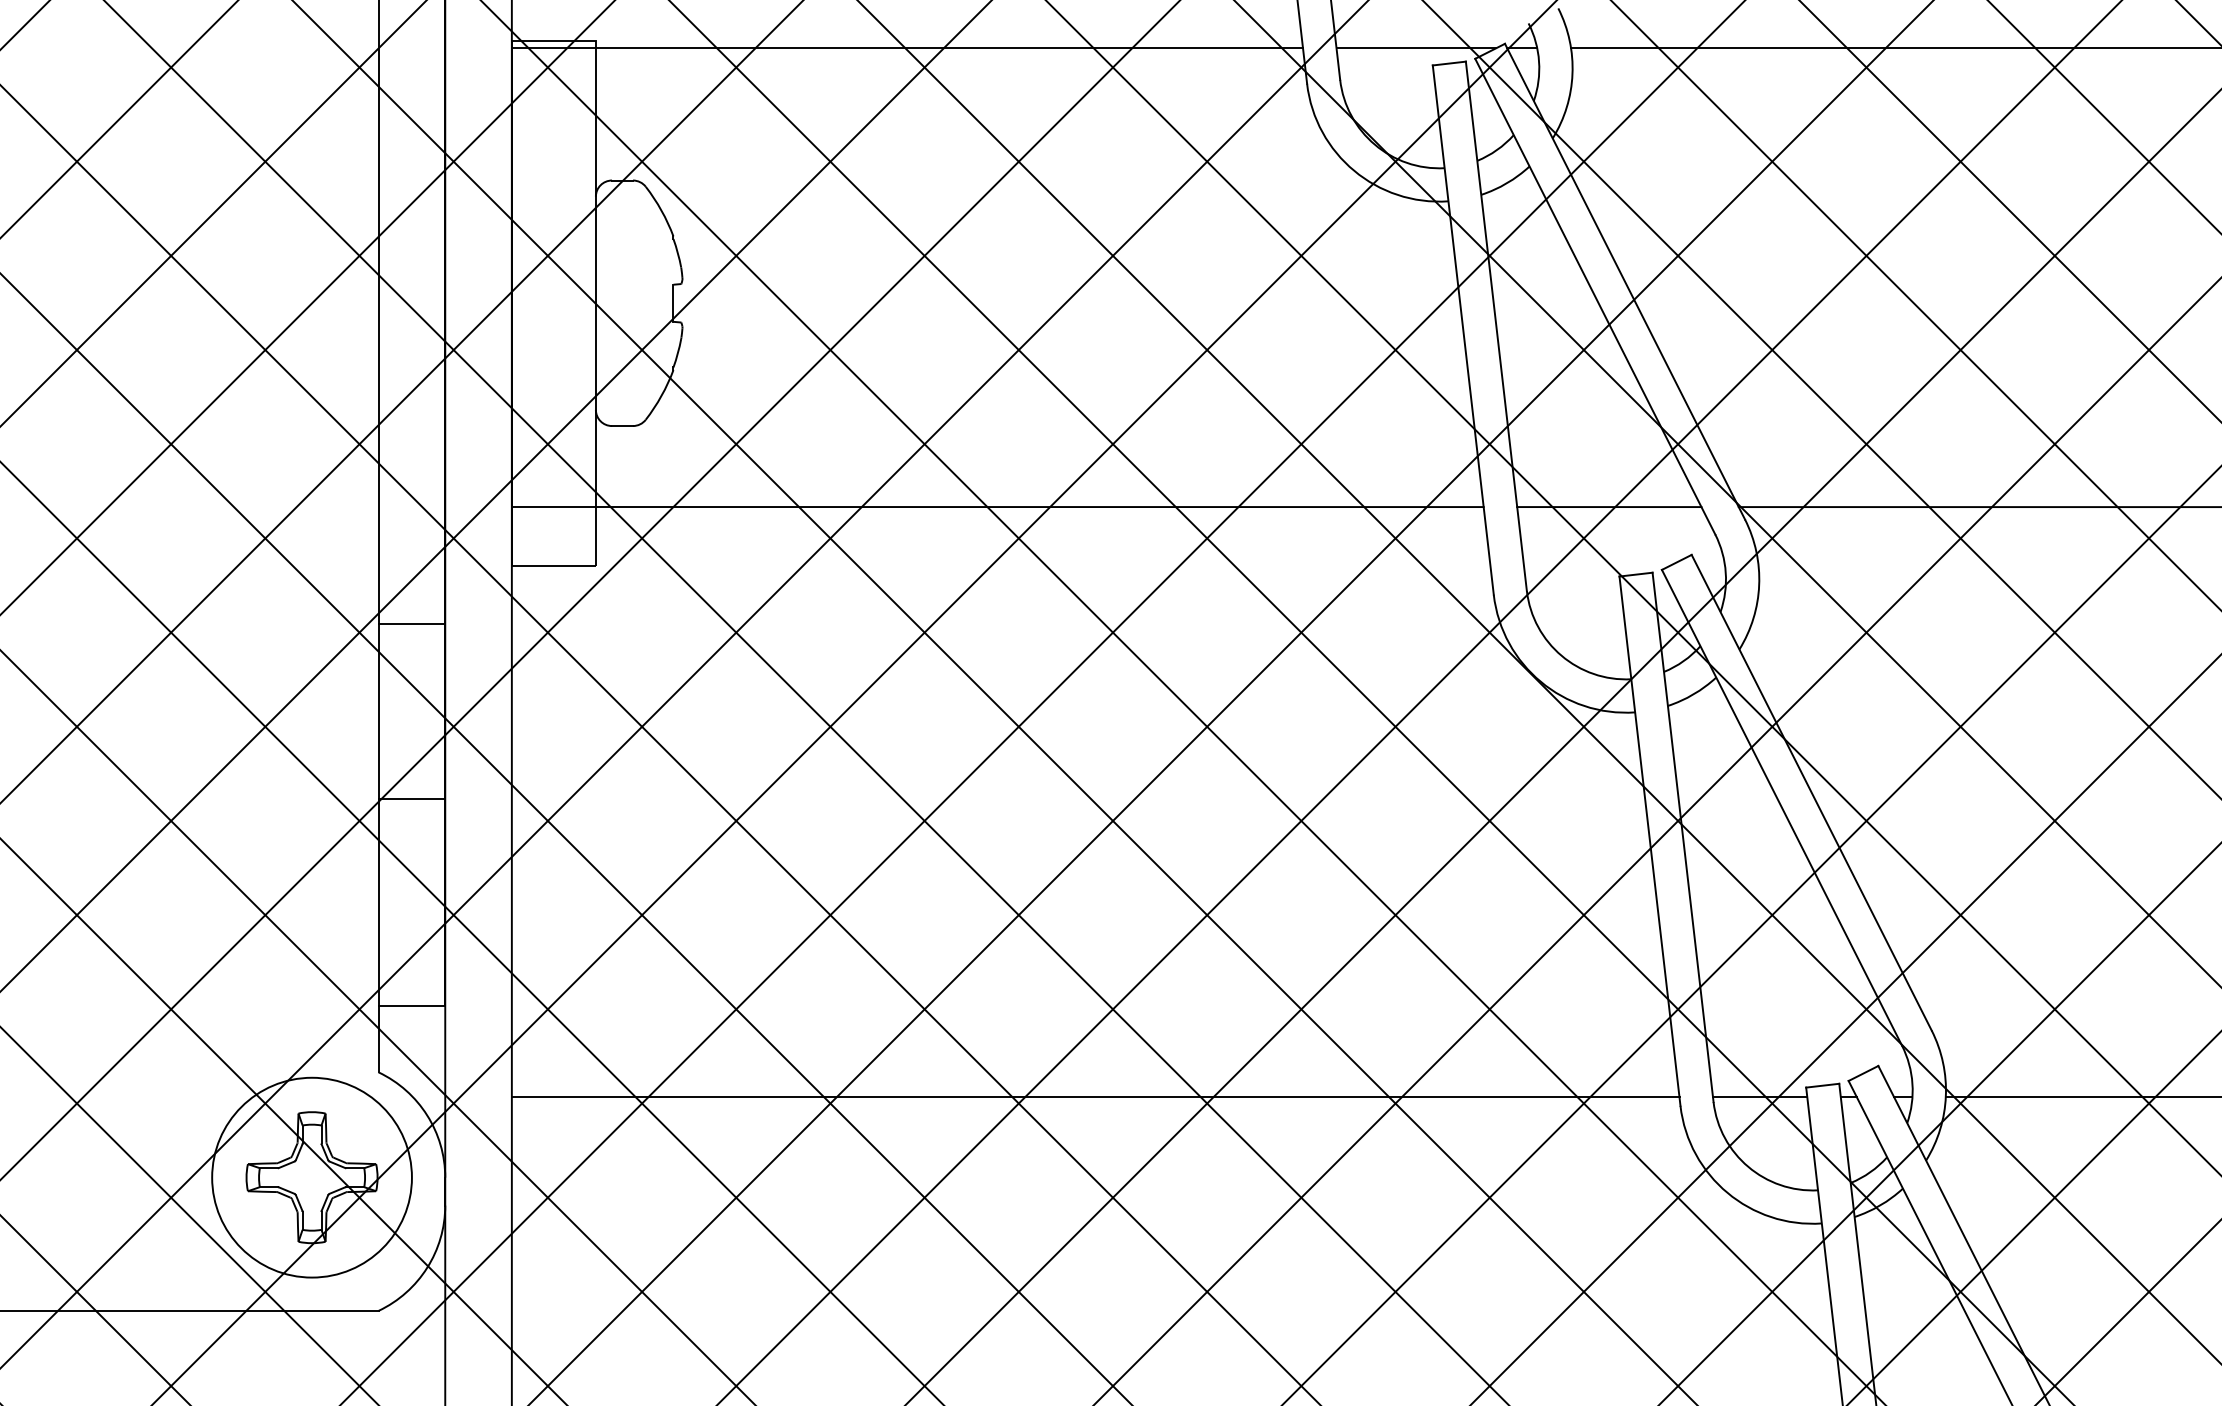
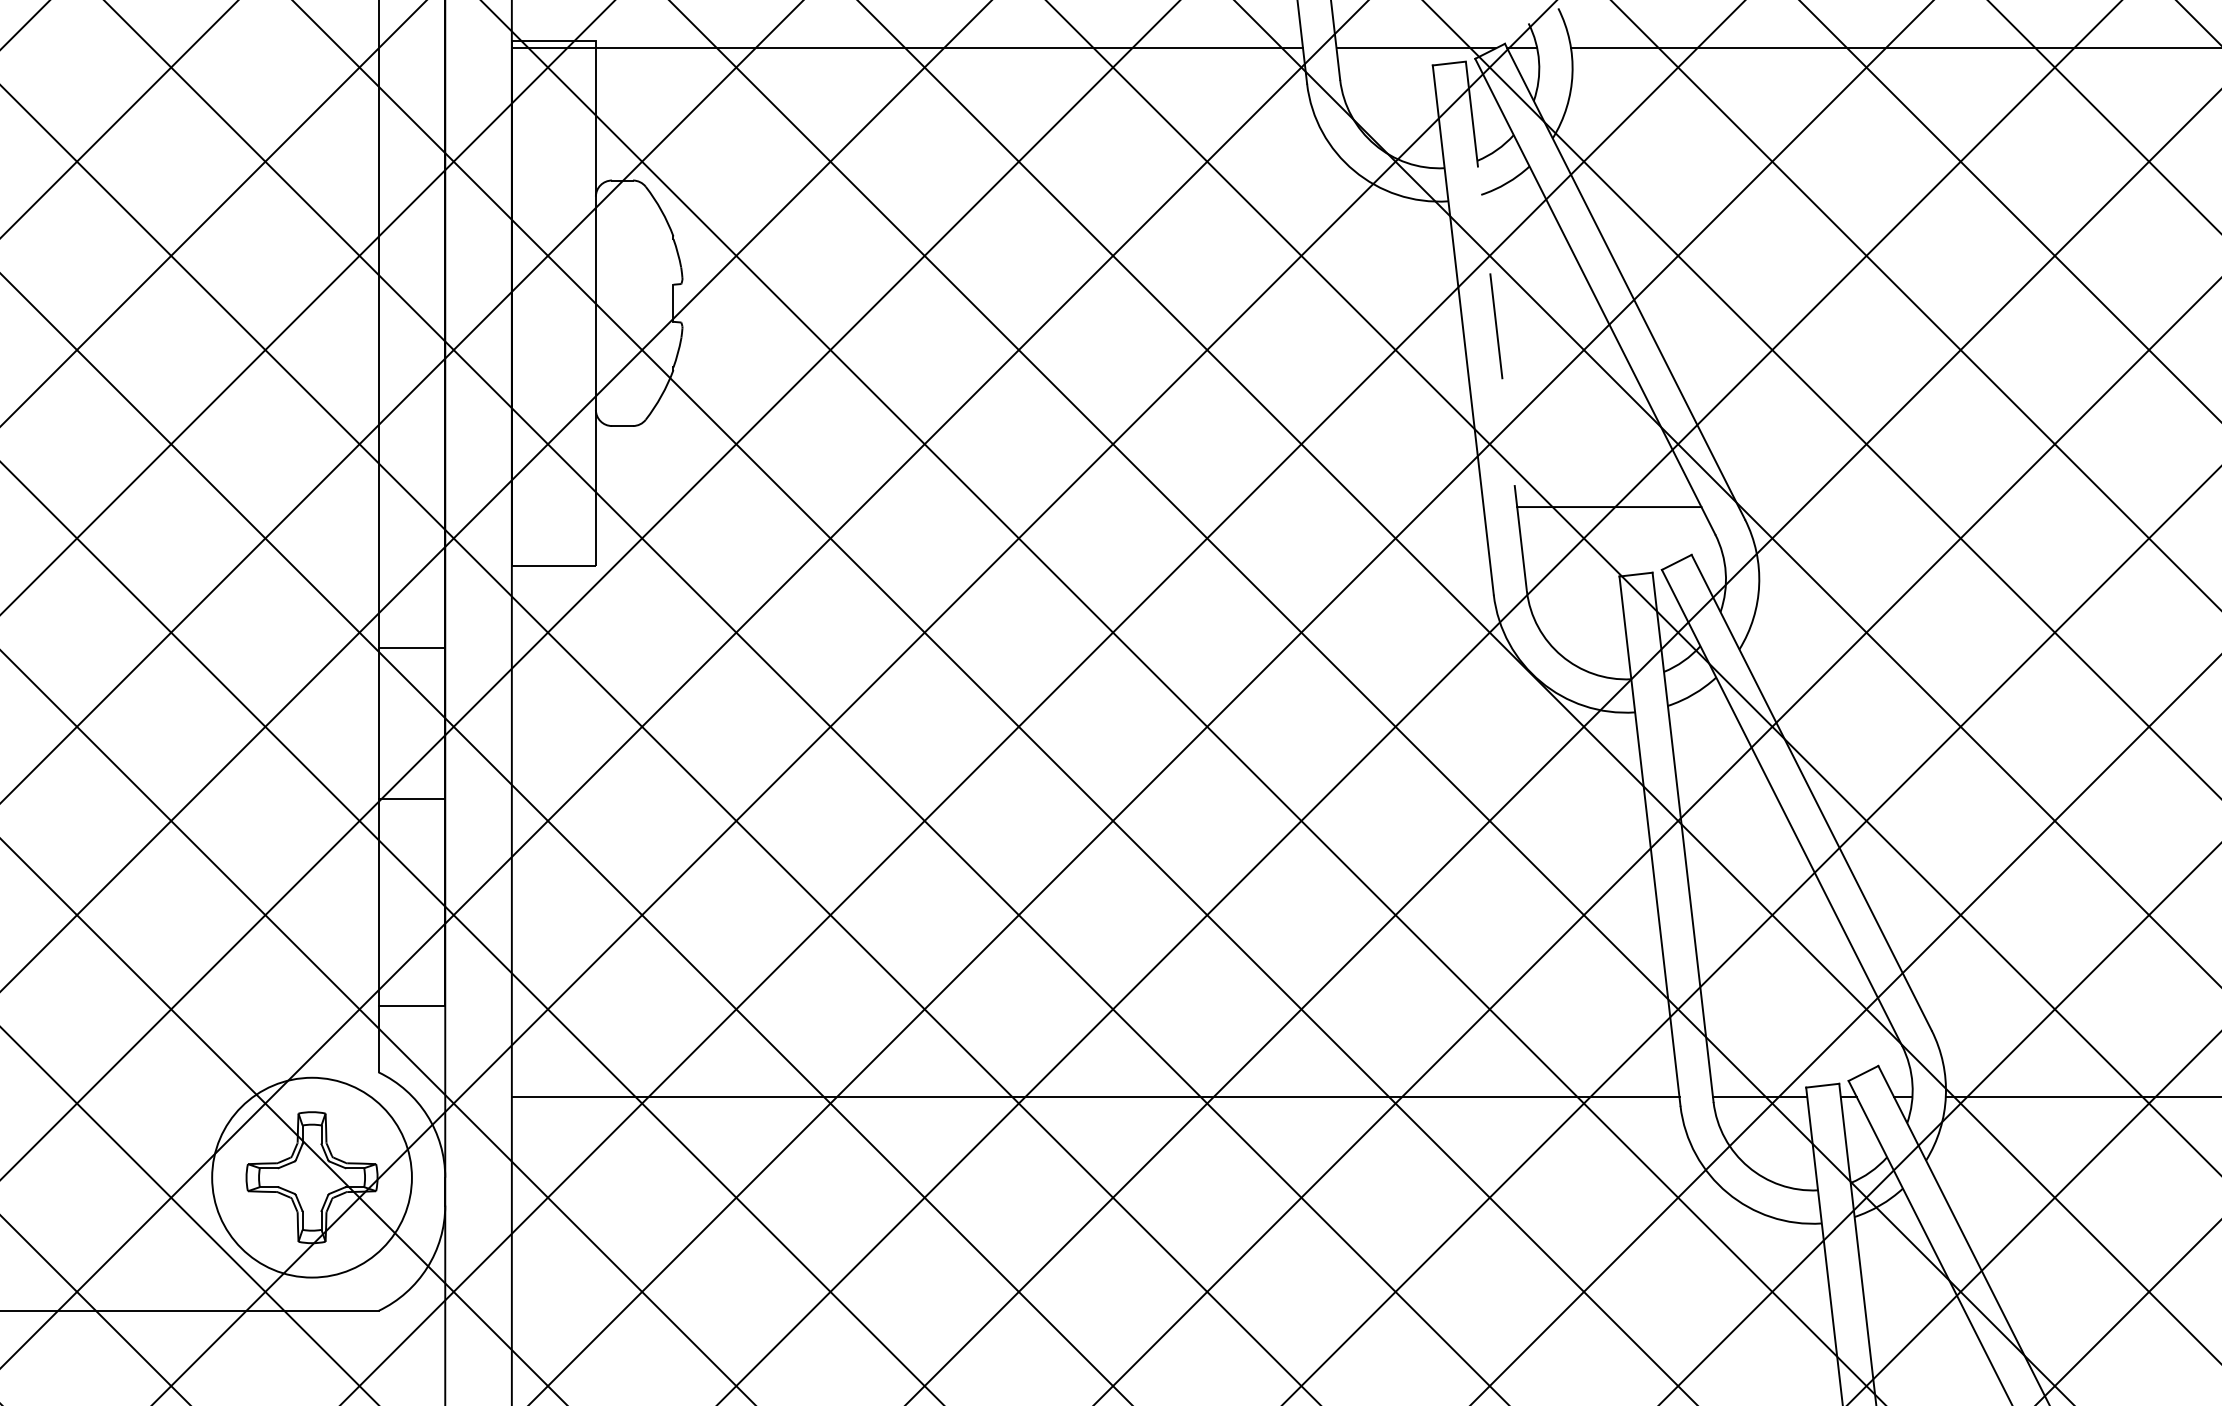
line at (1496, 326): solid -> dashed
line at (997, 507): present -> none
line at (1978, 507): present -> none
line at (411, 624) position: (411, 624) -> (411, 648)
